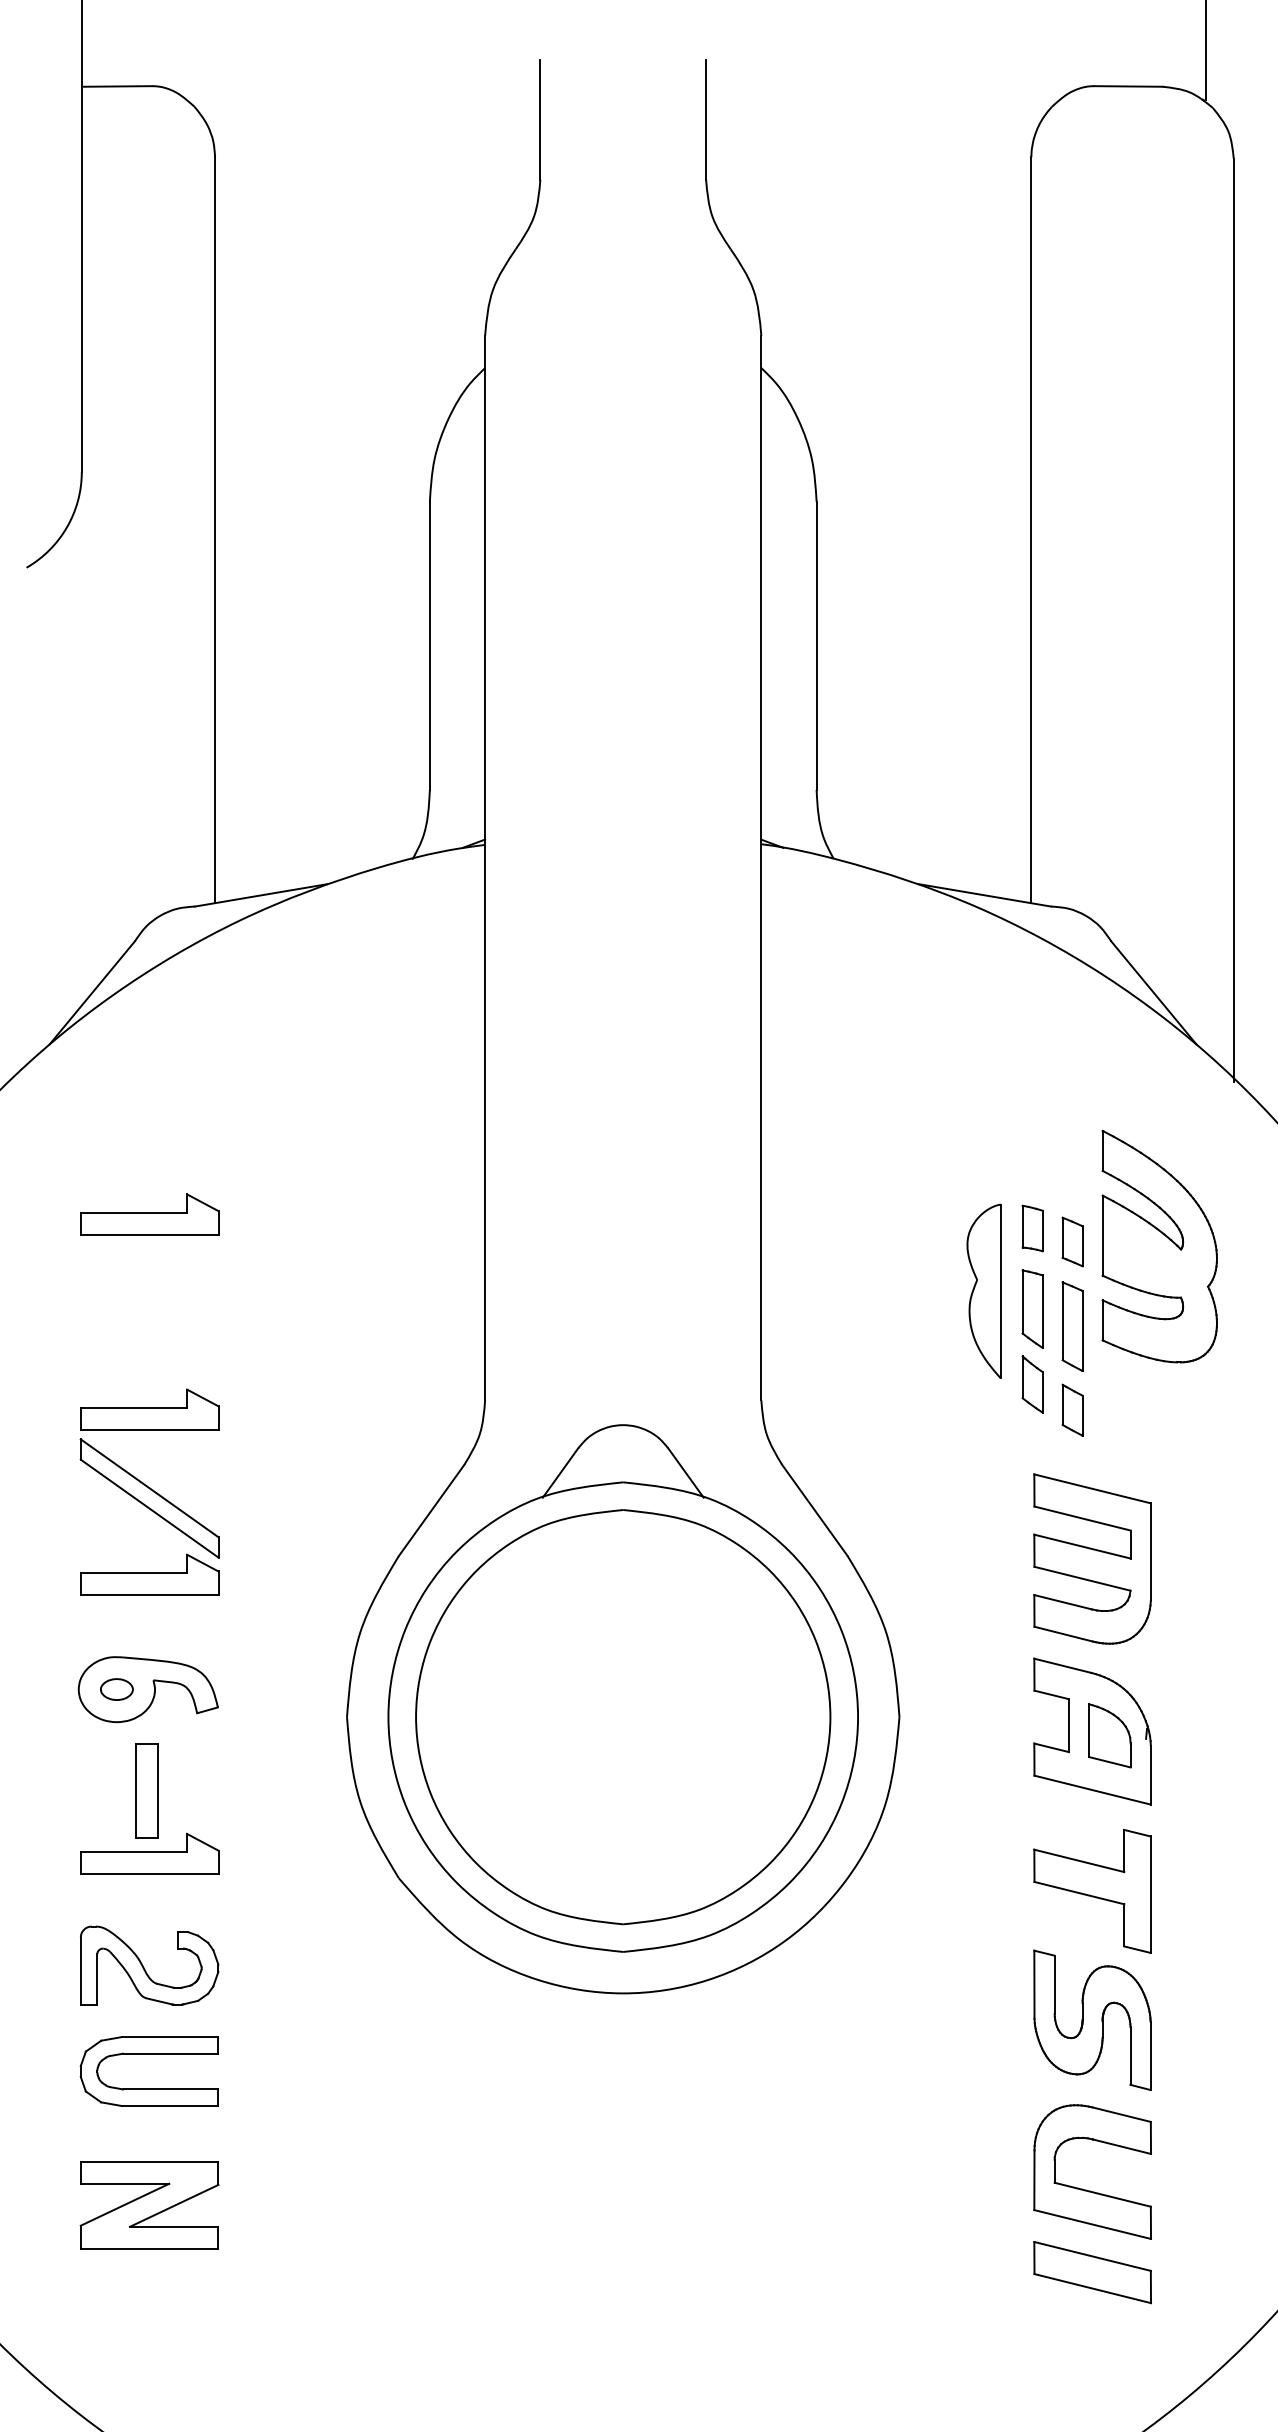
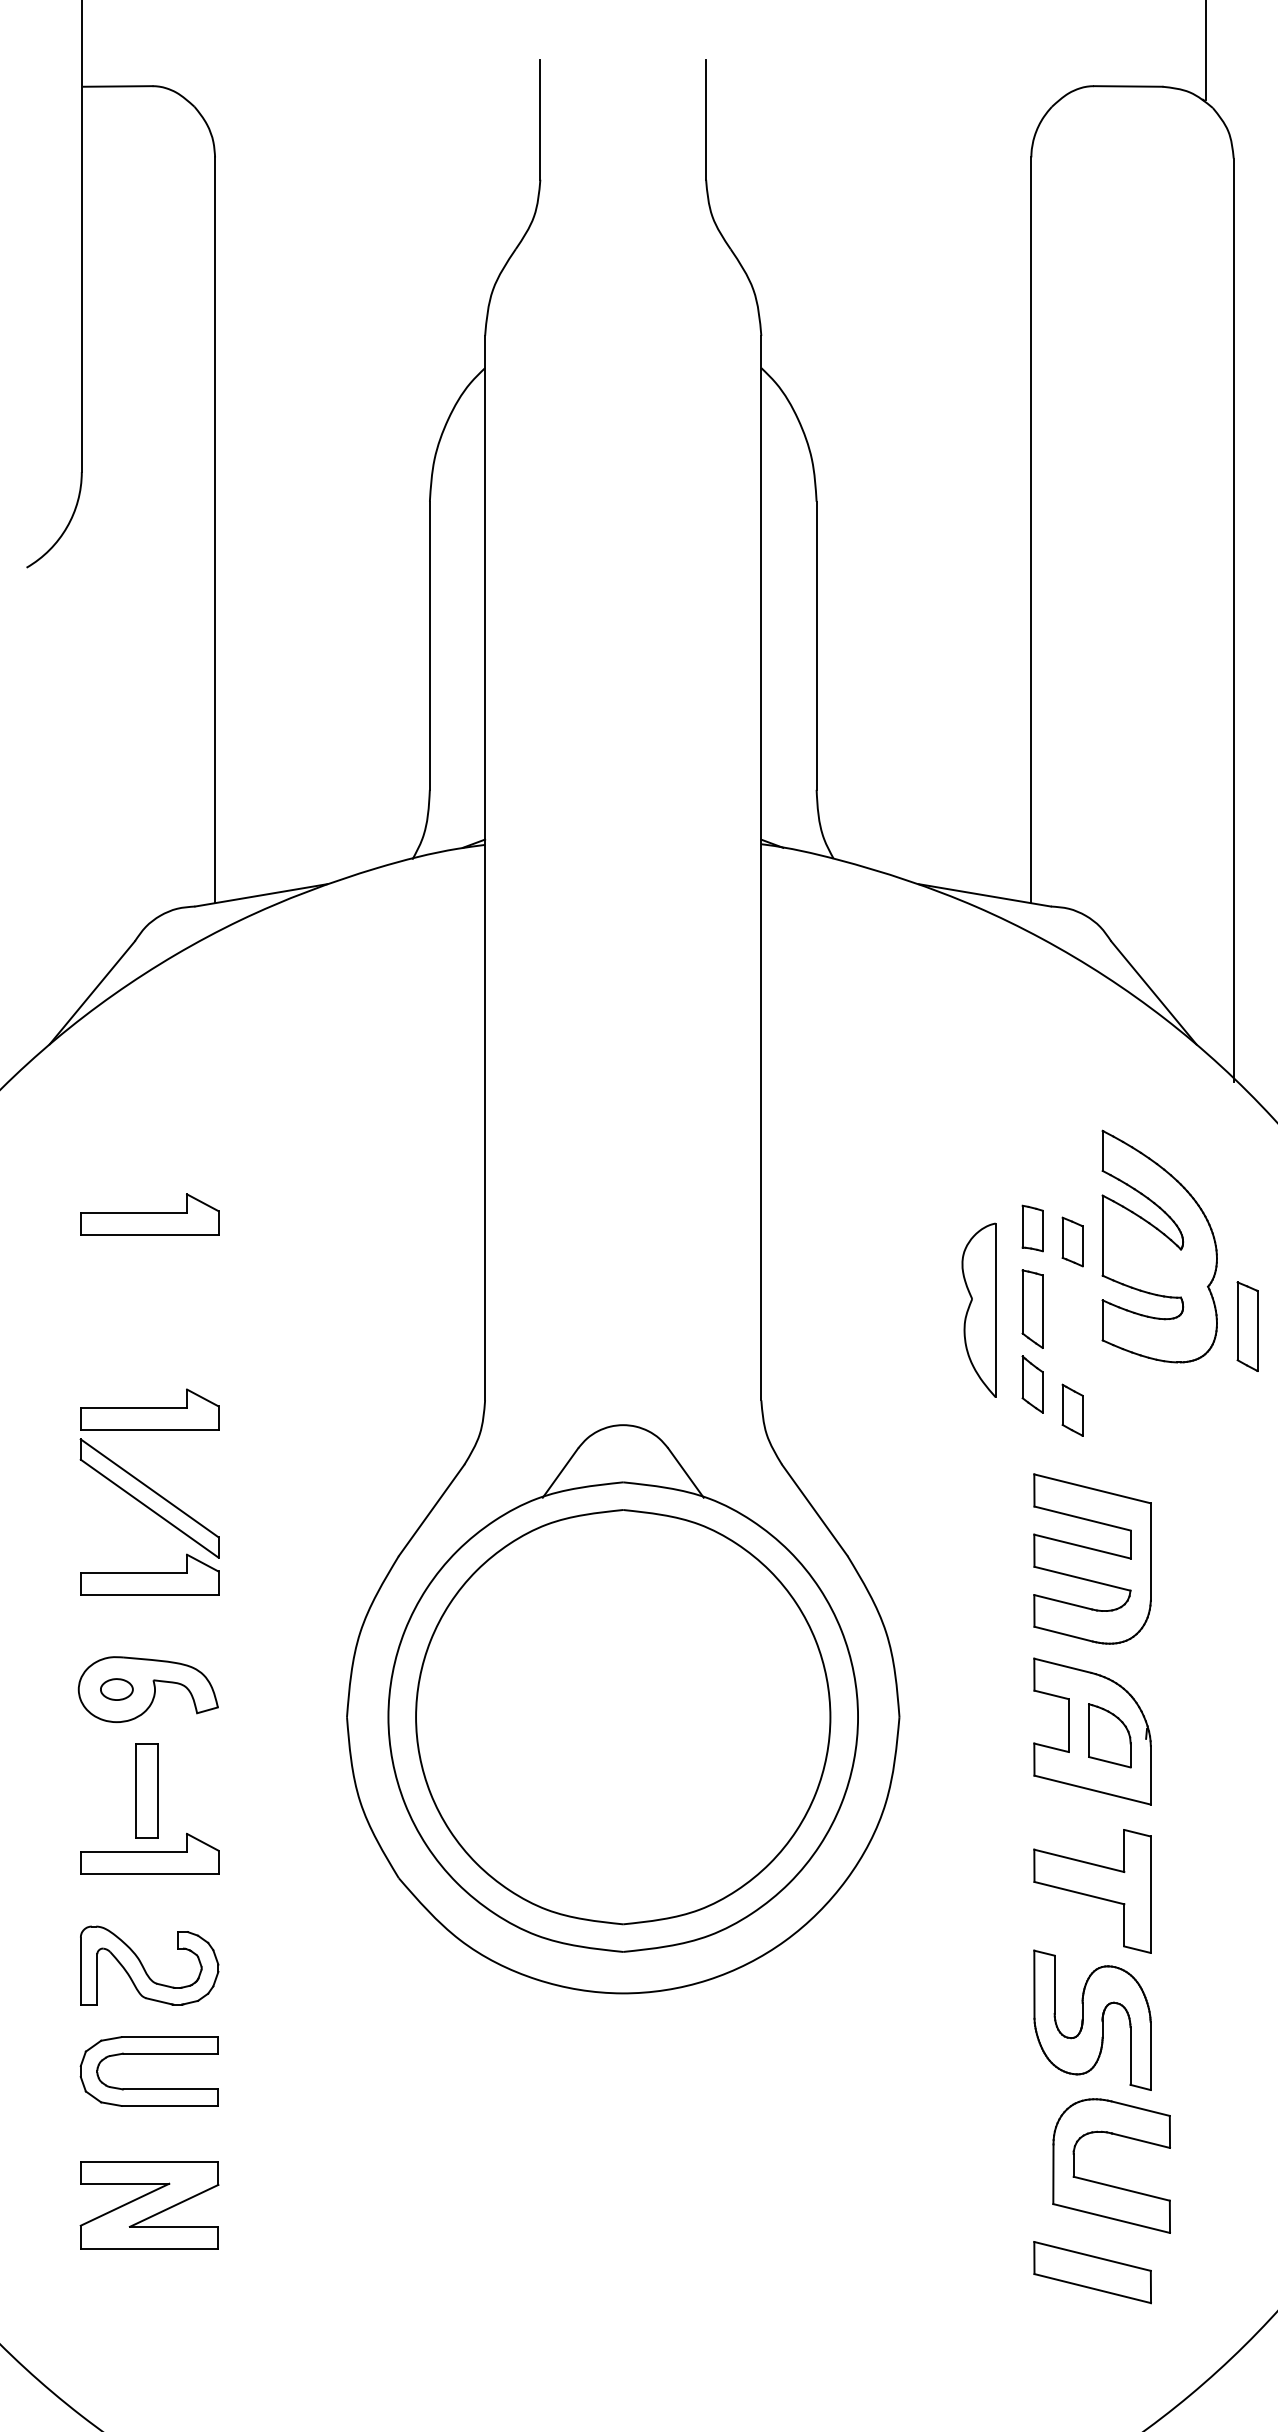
part at (983, 1290) position: (983, 1290) -> (978, 1309)
part at (1072, 1326) position: (1072, 1326) -> (1247, 1326)
part at (1086, 2189) position: (1086, 2189) -> (1105, 2183)
